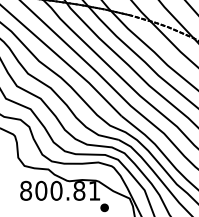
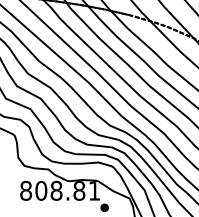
text at (56, 190): 800.81 -> 808.81
